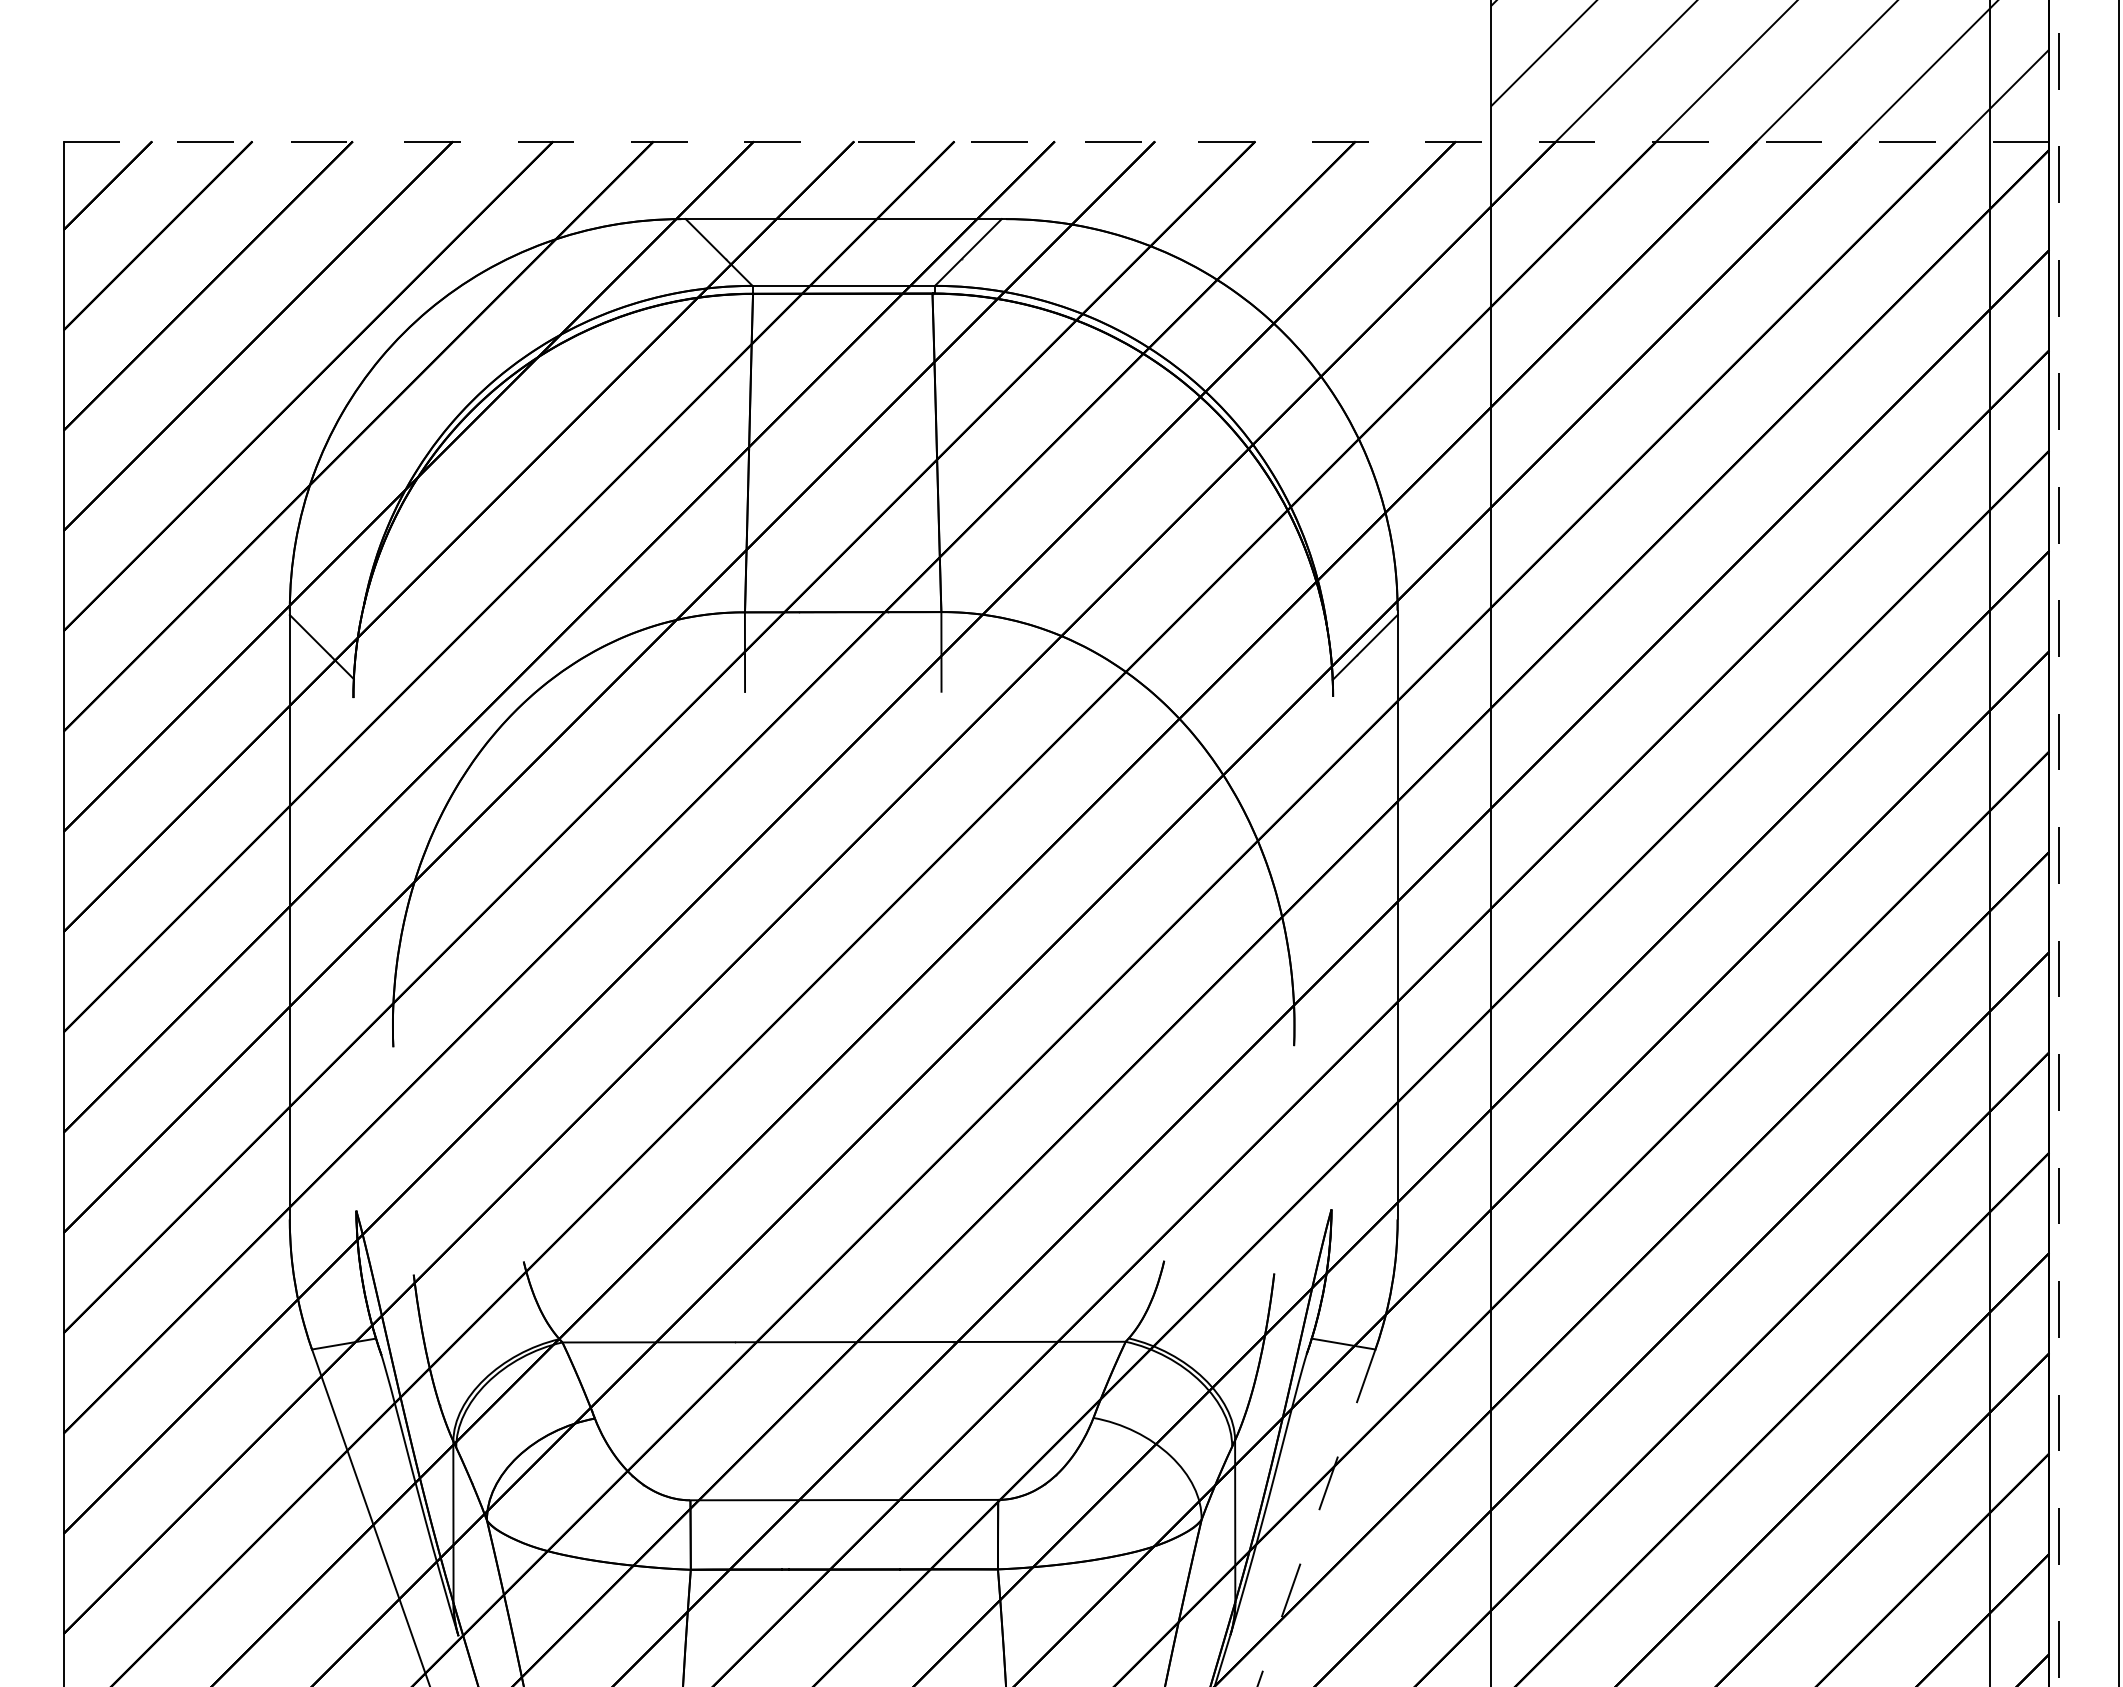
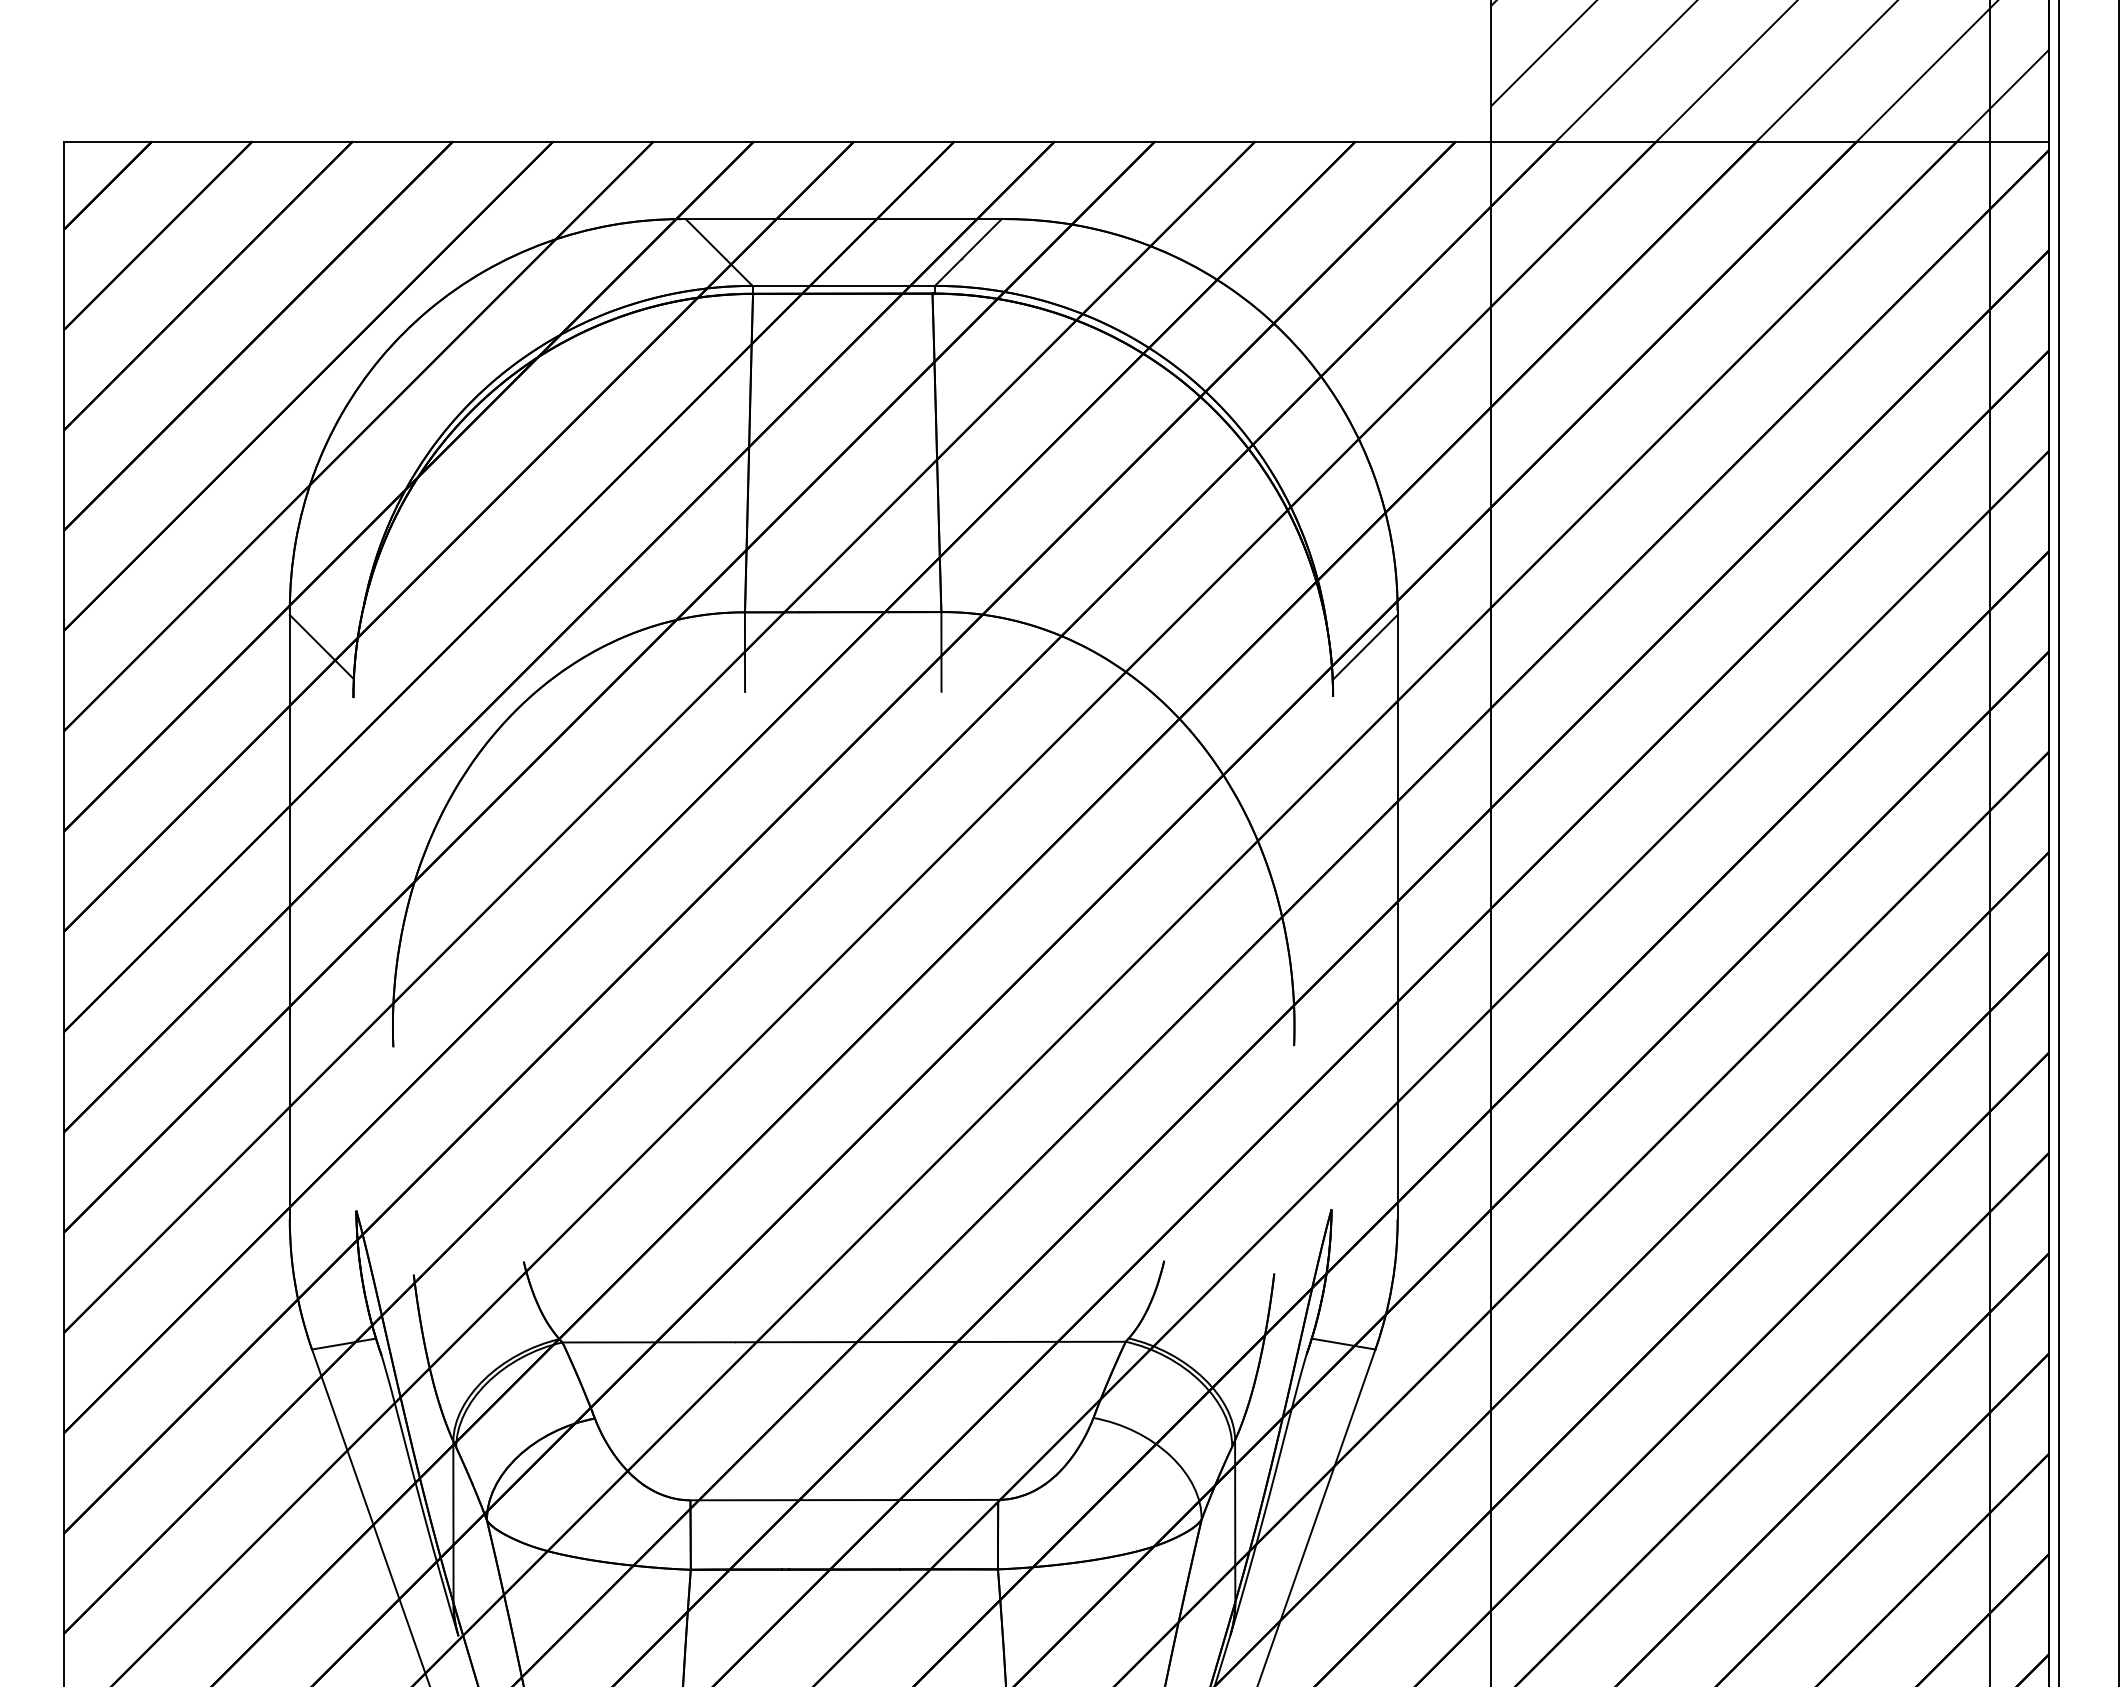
line at (1056, 141): dashed -> solid
line at (2059, 843): dashed -> solid
line at (1316, 1518): dashed -> solid
